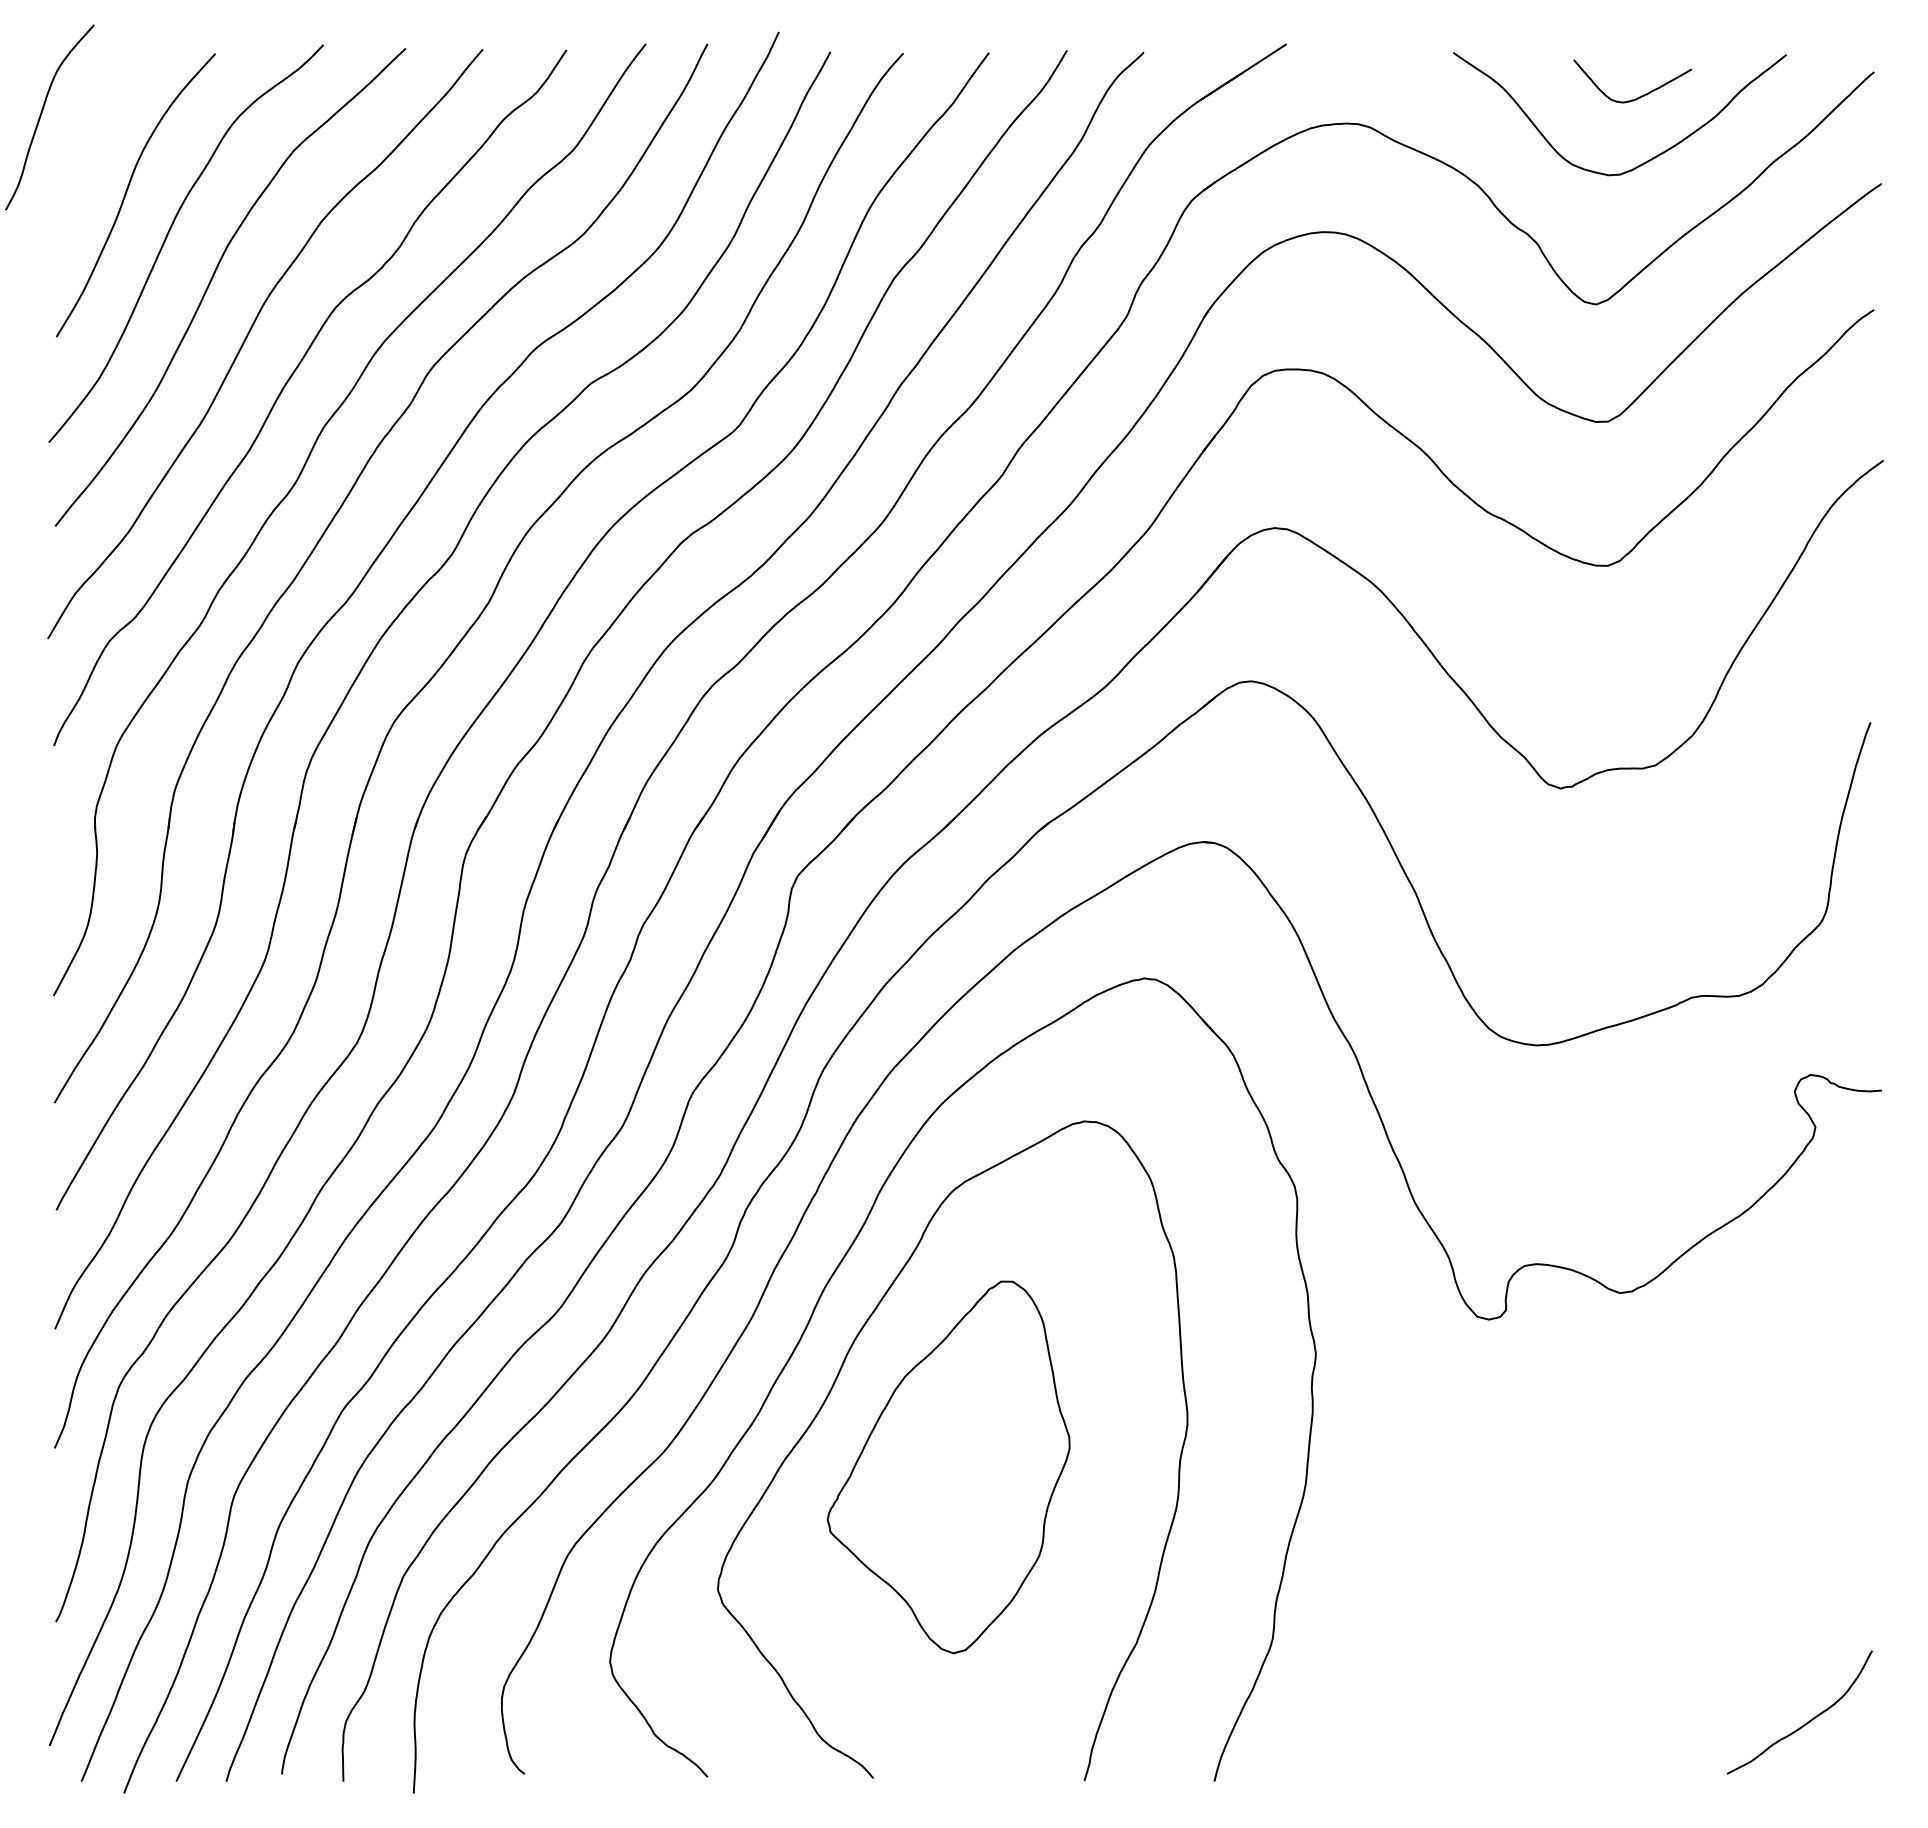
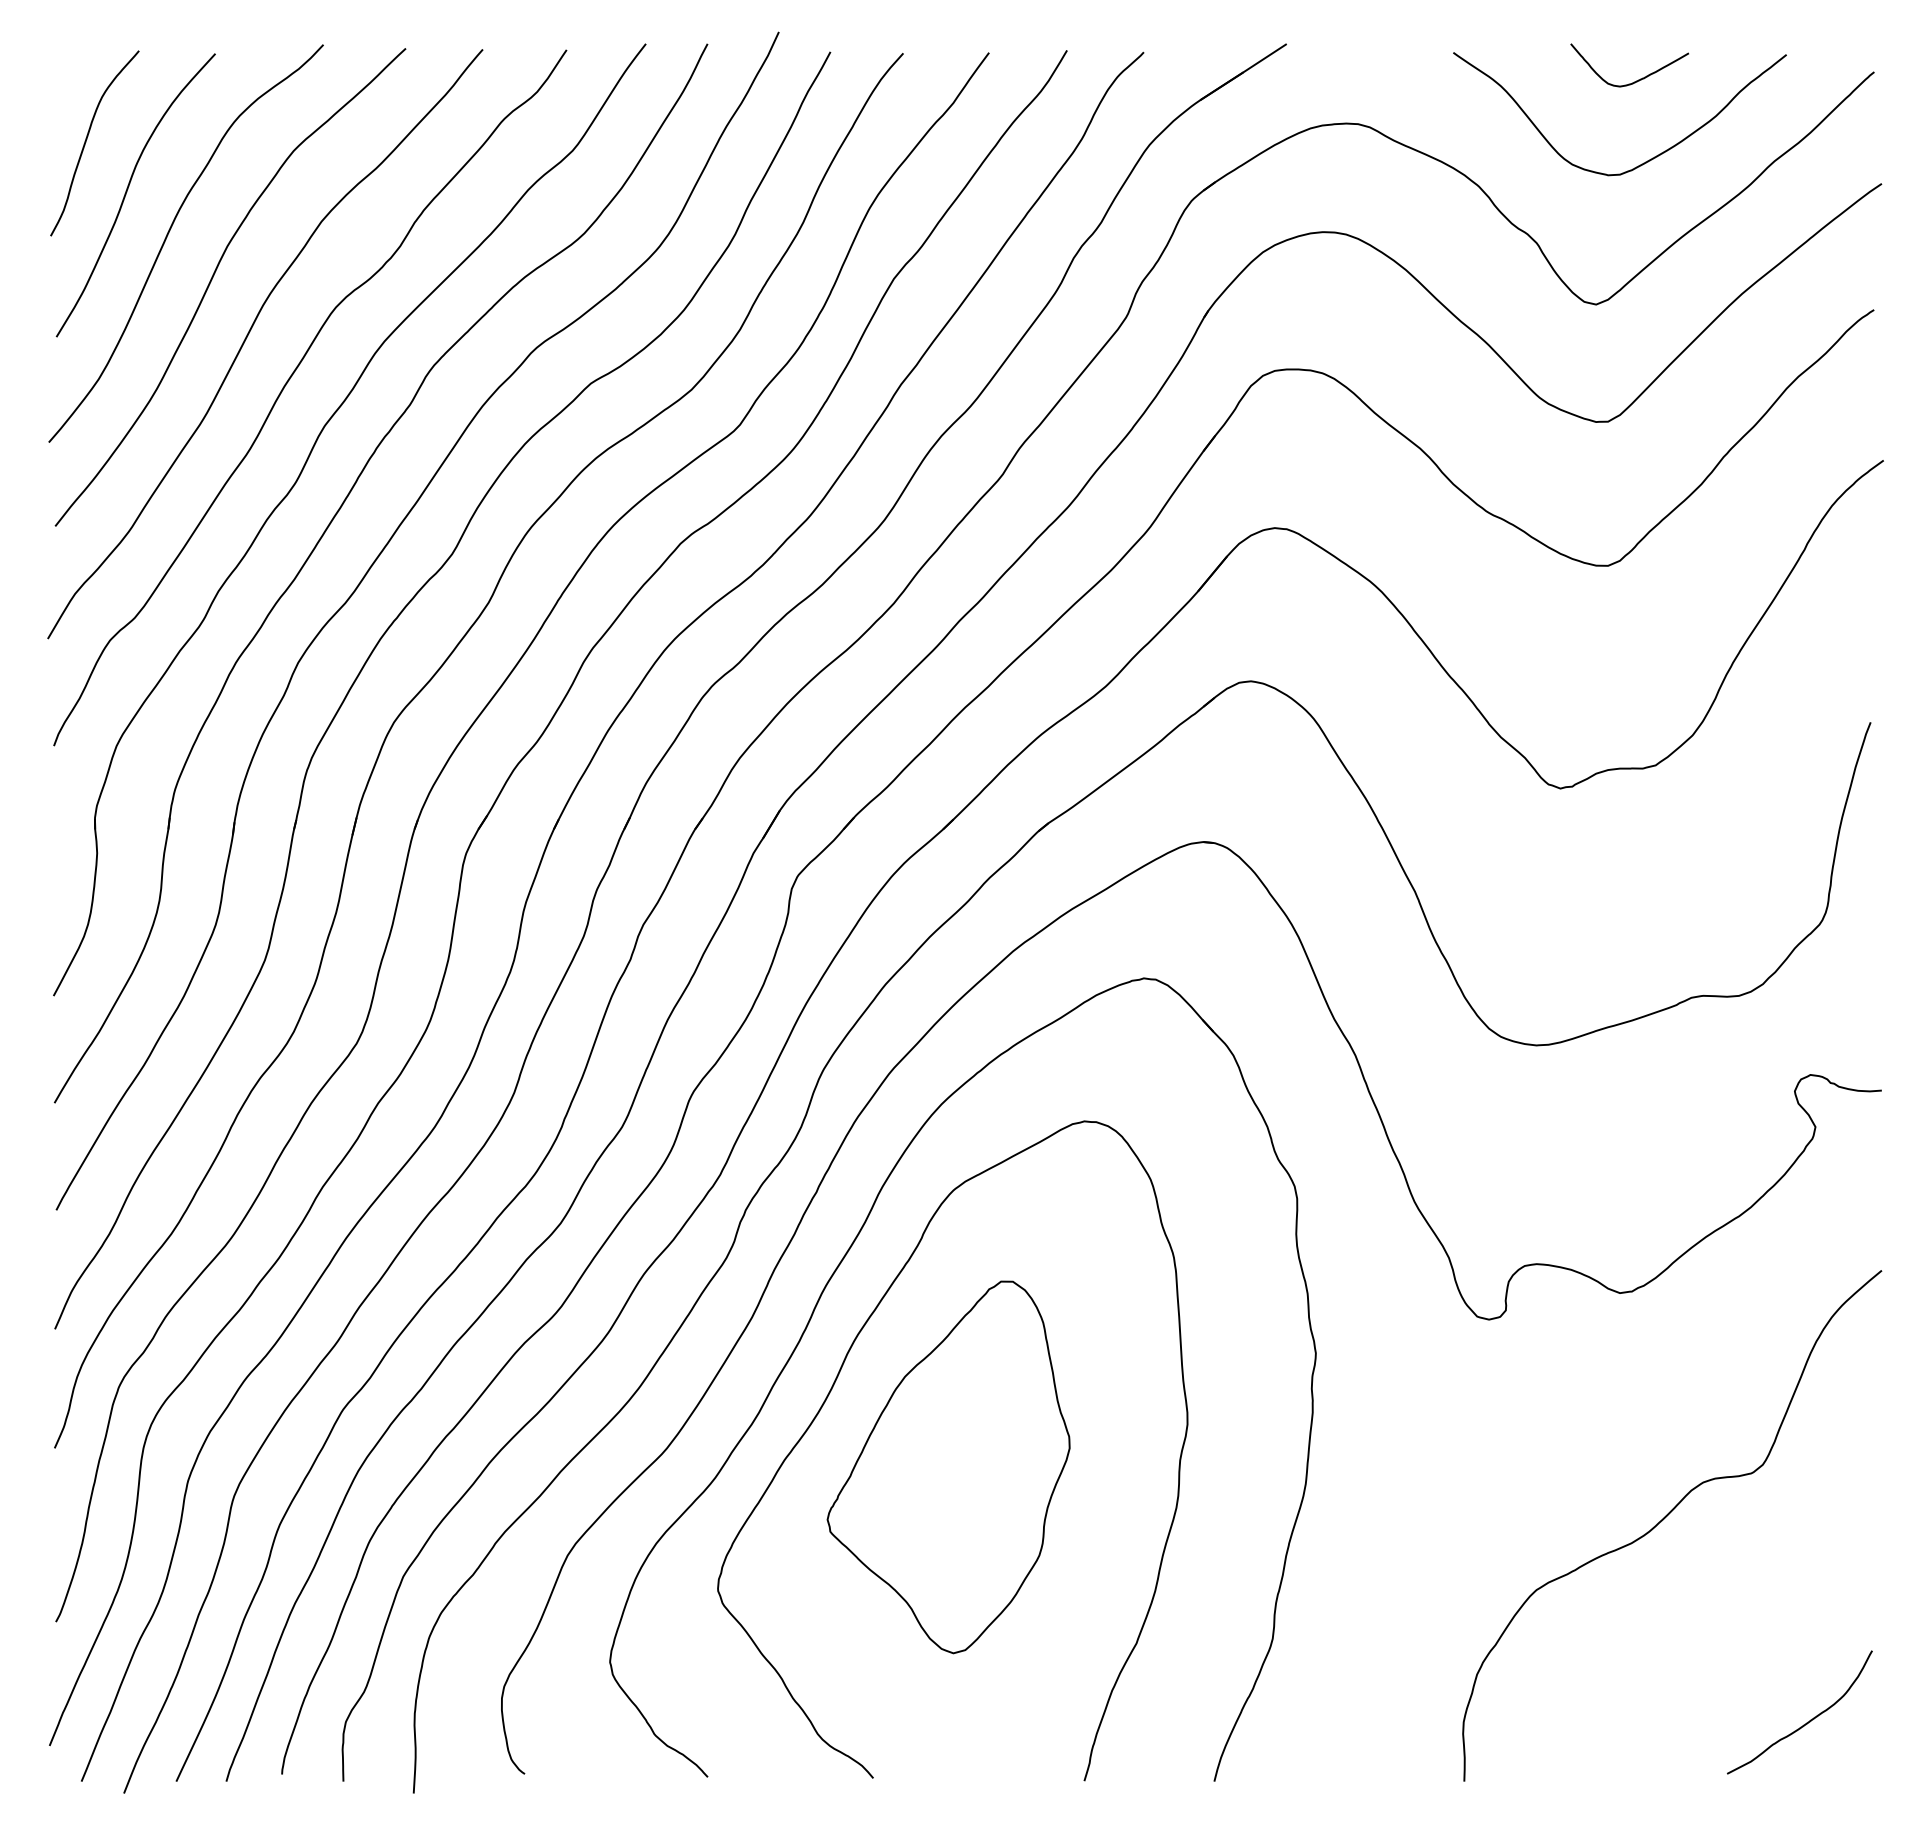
curve at (1639, 96) position: (1639, 96) -> (1636, 80)
curve at (42, 113) position: (42, 113) -> (87, 139)
curve at (1665, 1518): none -> present
